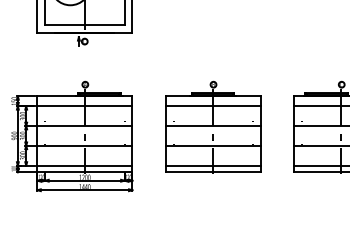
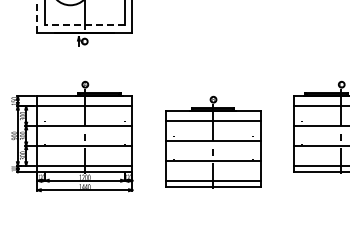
line at (37, 16): solid -> dashed
line at (84, 25): solid -> dashed
part at (213, 126) position: (213, 126) -> (213, 141)
